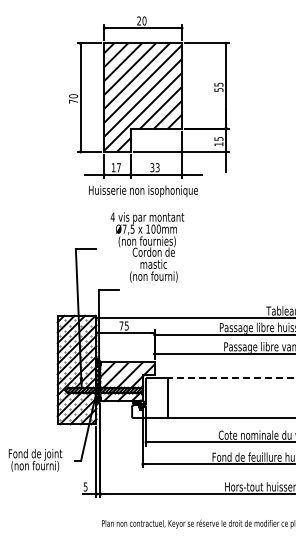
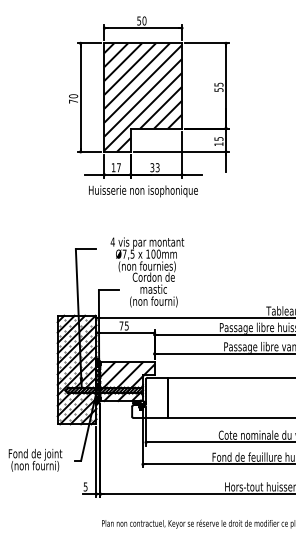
text at (139, 20): 20 -> 50
text at (147, 247) position: (147, 247) -> (147, 272)
line at (231, 377): dashed -> solid
